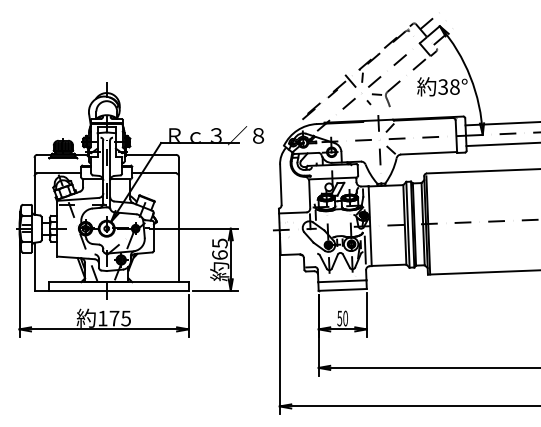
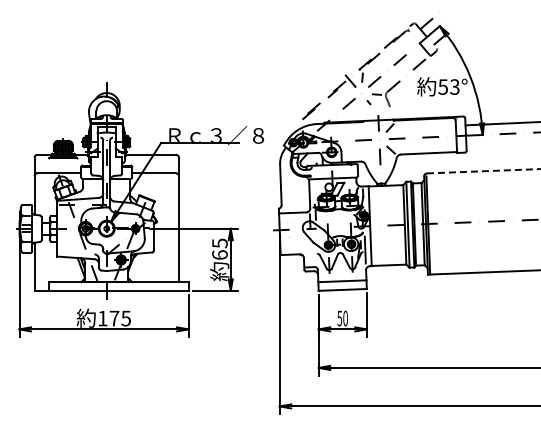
text at (449, 86): 38° -> 53°
line at (501, 144): present -> none
line at (483, 171): solid -> dashed
